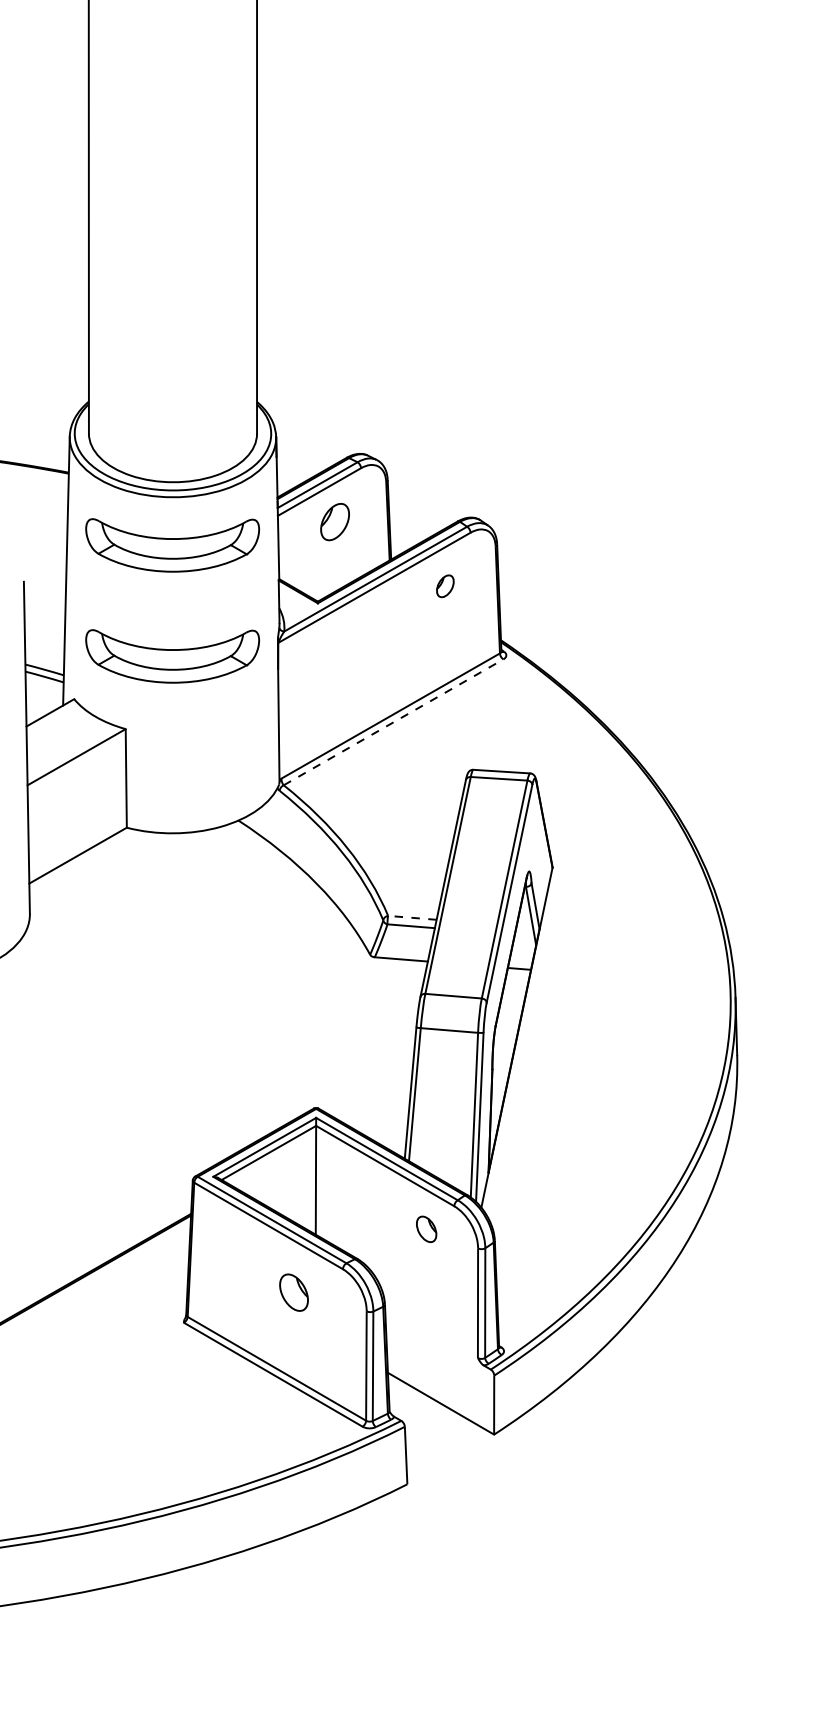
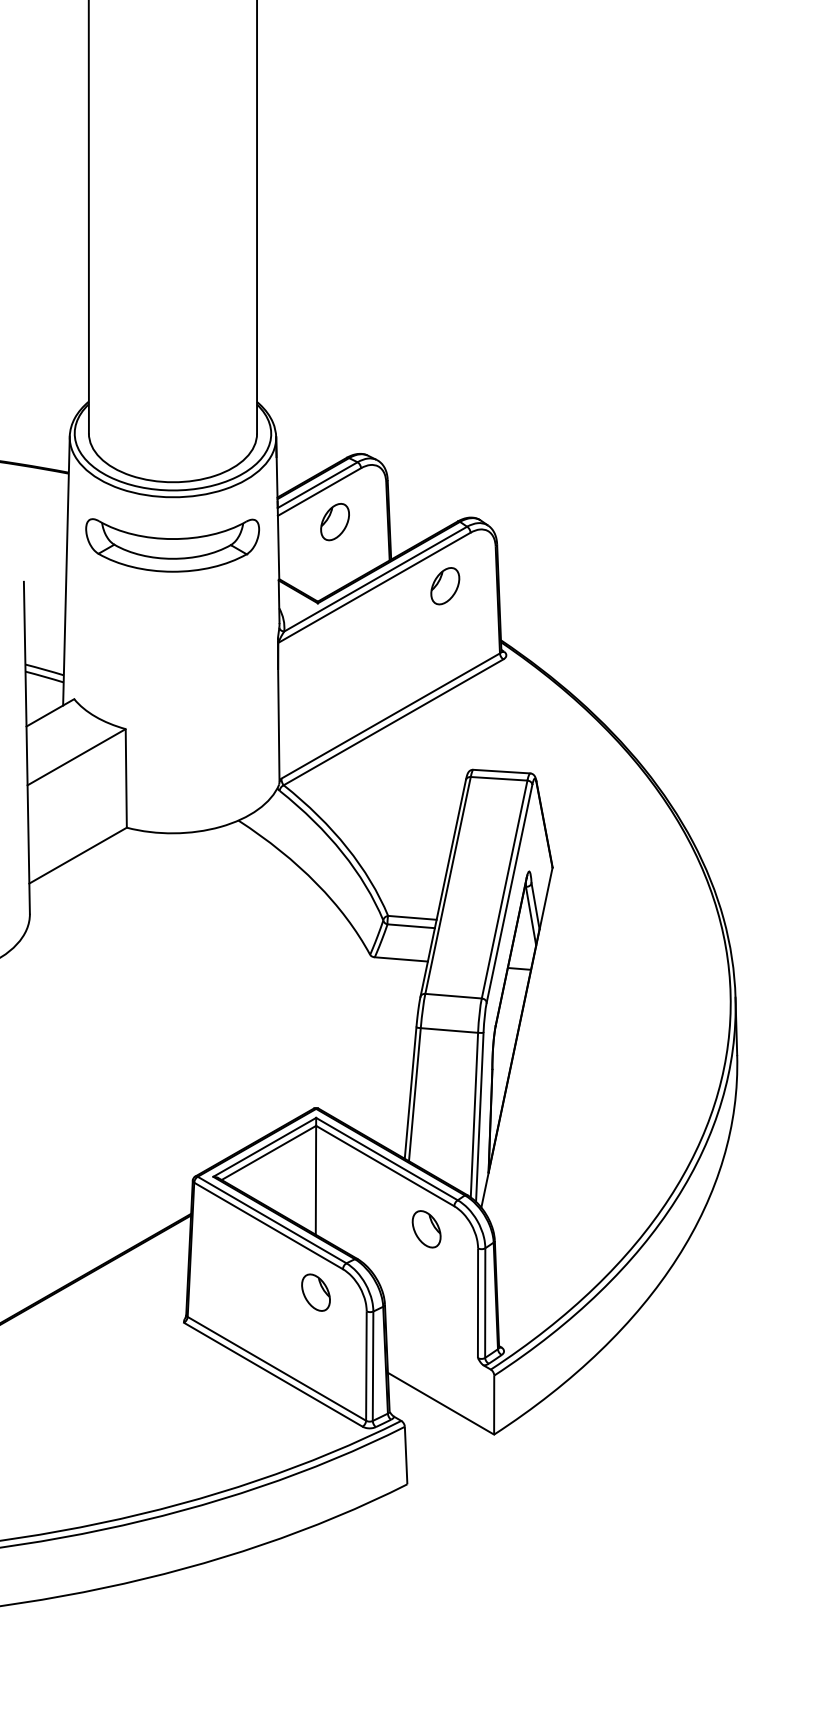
part at (445, 586) size: 19x25 px -> 31x39 px
part at (172, 656): present -> none
line at (393, 722): dashed -> solid
line at (411, 917): dashed -> solid
part at (426, 1228) size: 22x28 px -> 31x39 px
part at (293, 1292) position: (293, 1292) -> (315, 1292)
